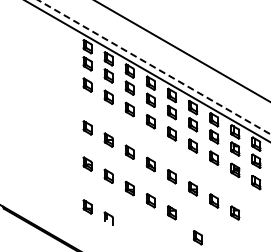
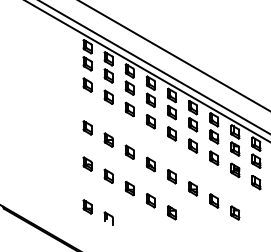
line at (182, 51) position: (182, 51) -> (174, 55)
line at (154, 67): dashed -> solid
part at (197, 237): present -> none
